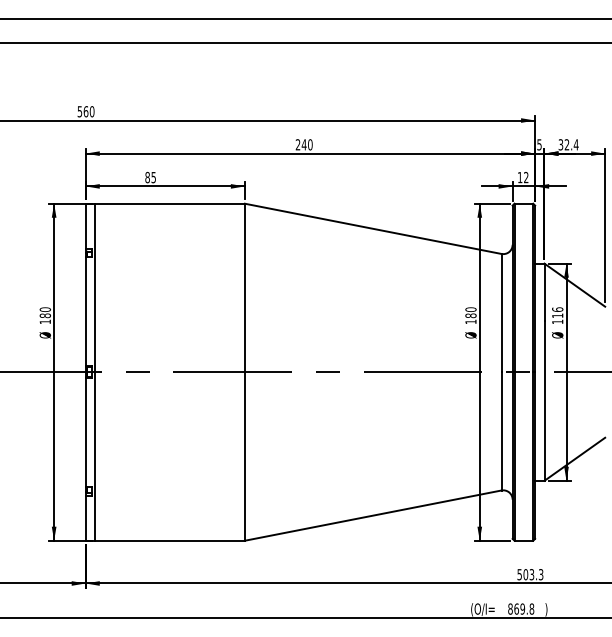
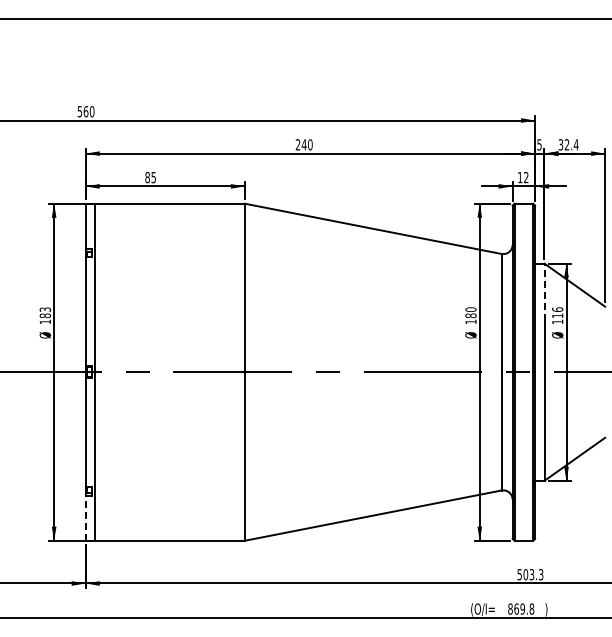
line at (305, 42): present -> none
line at (544, 292): solid -> dashed
text at (44, 309): 180 -> 183
line at (85, 518): solid -> dashed
